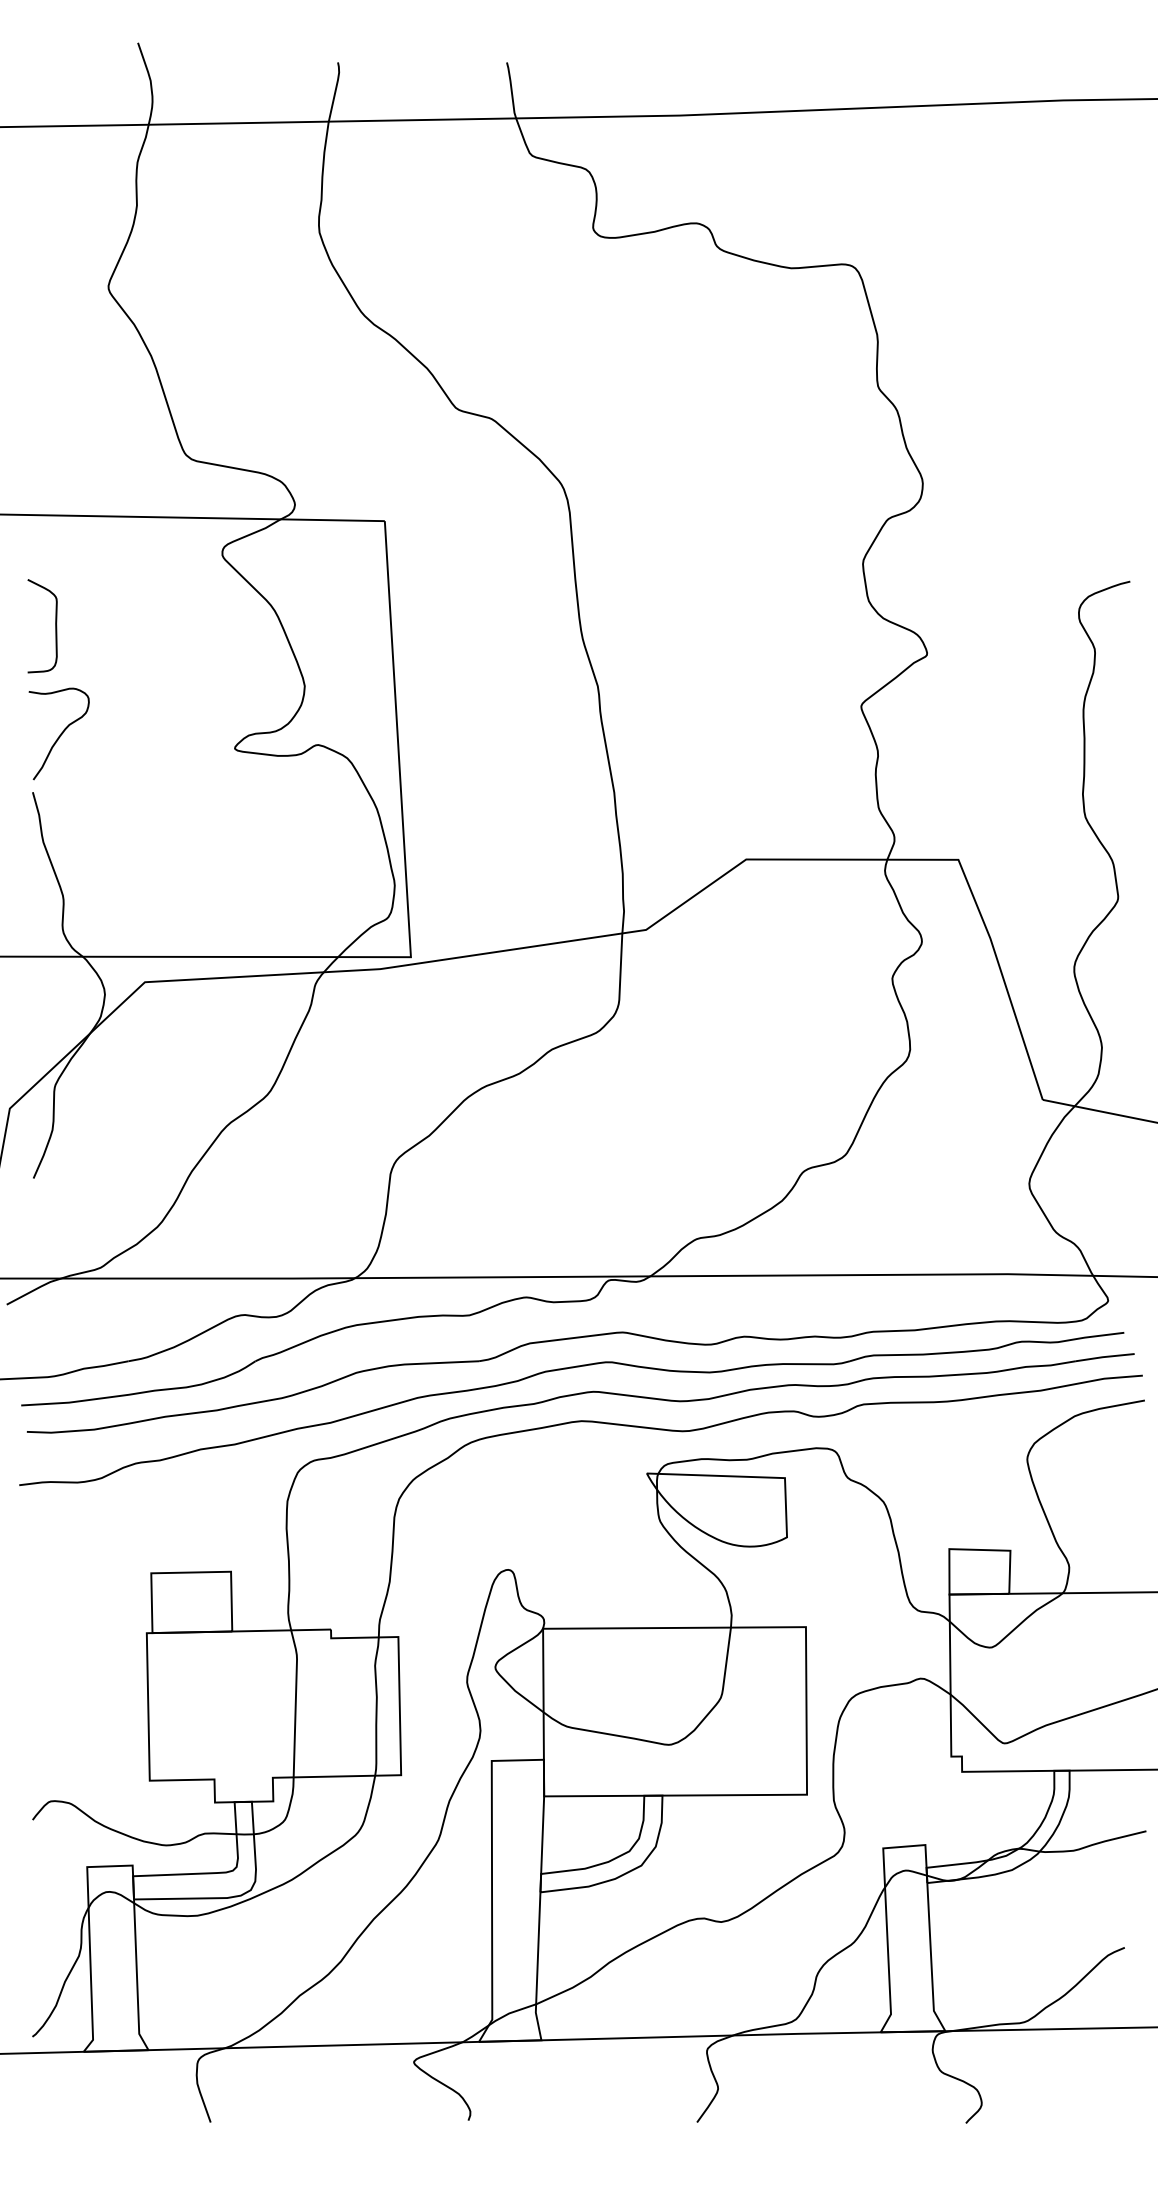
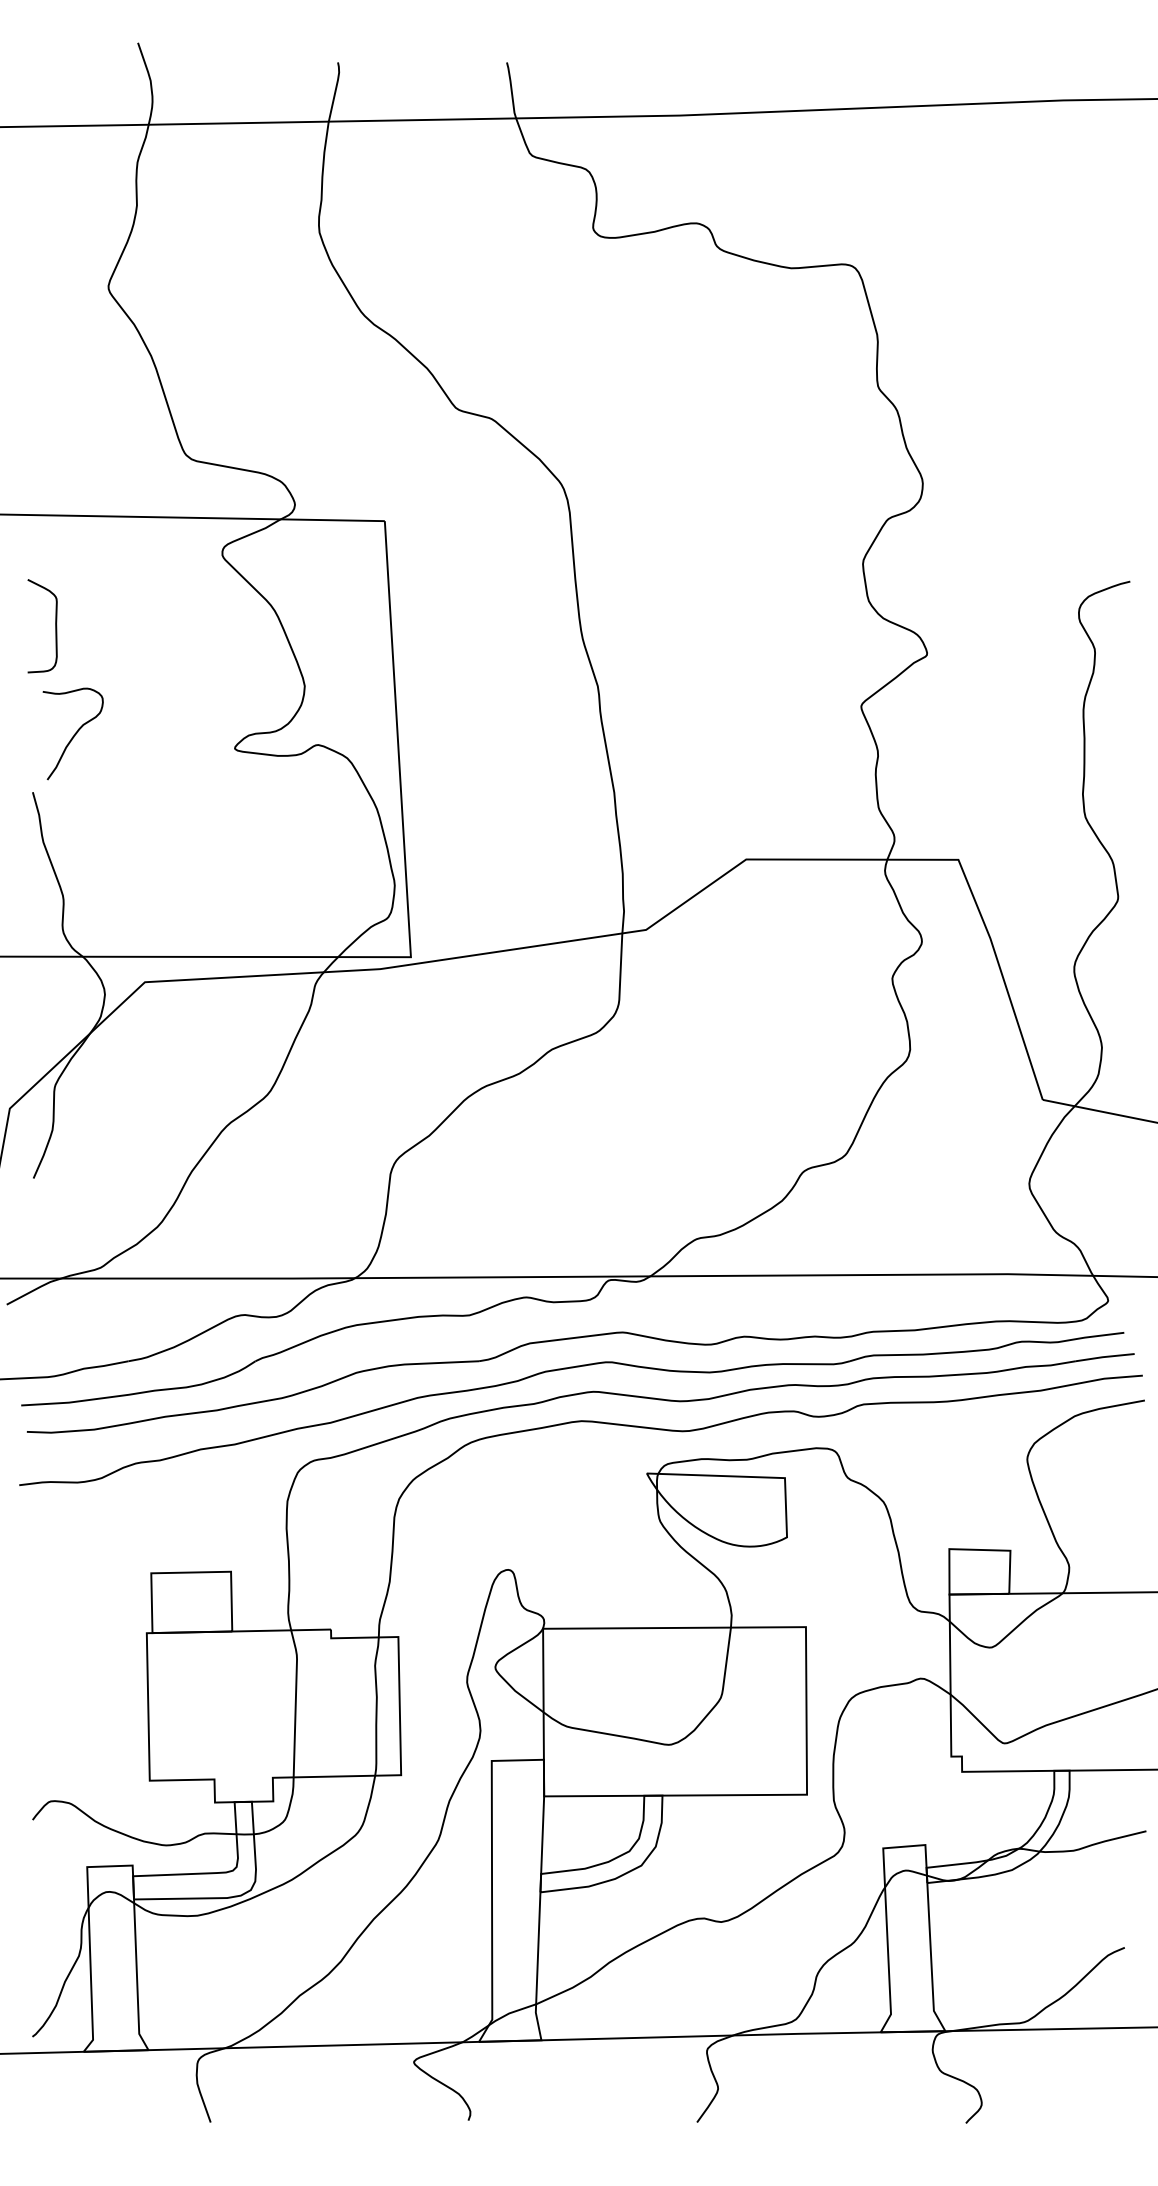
curve at (60, 733) position: (60, 733) -> (74, 733)
